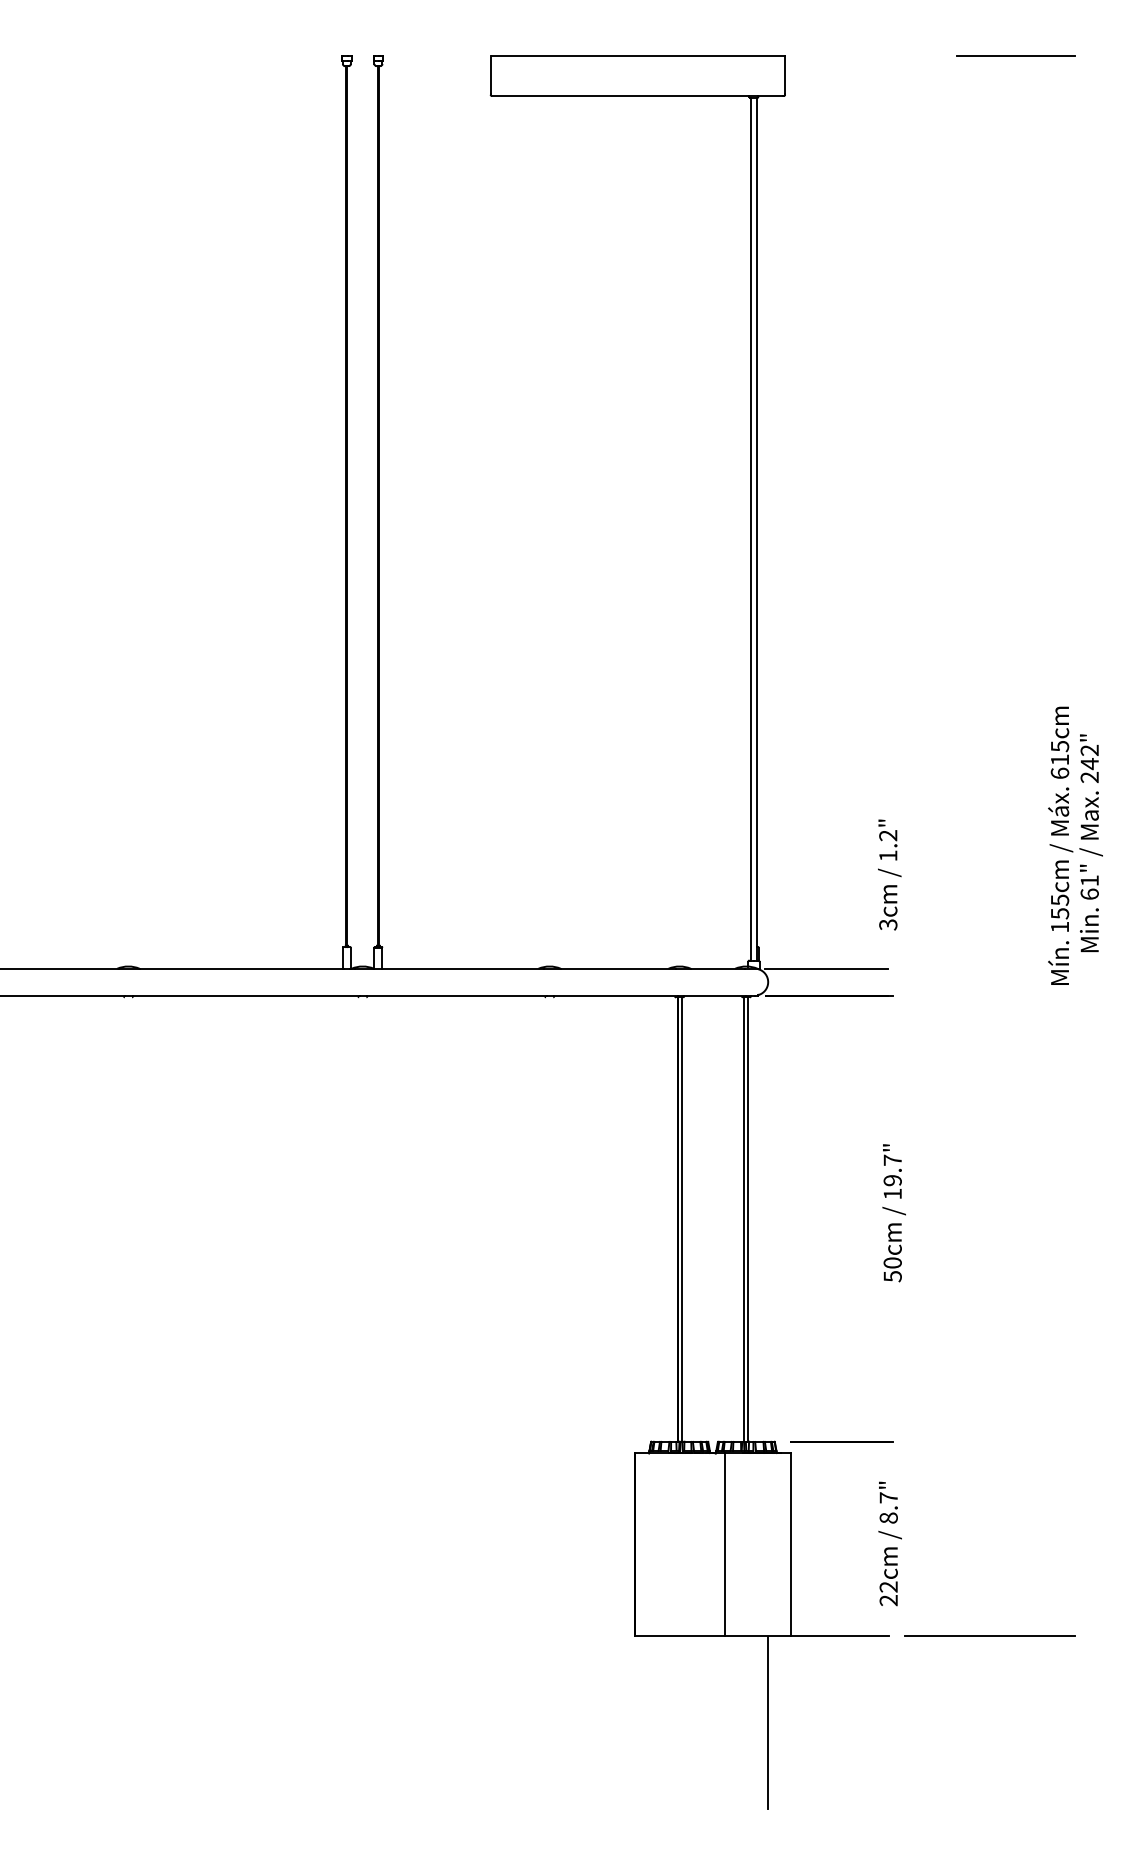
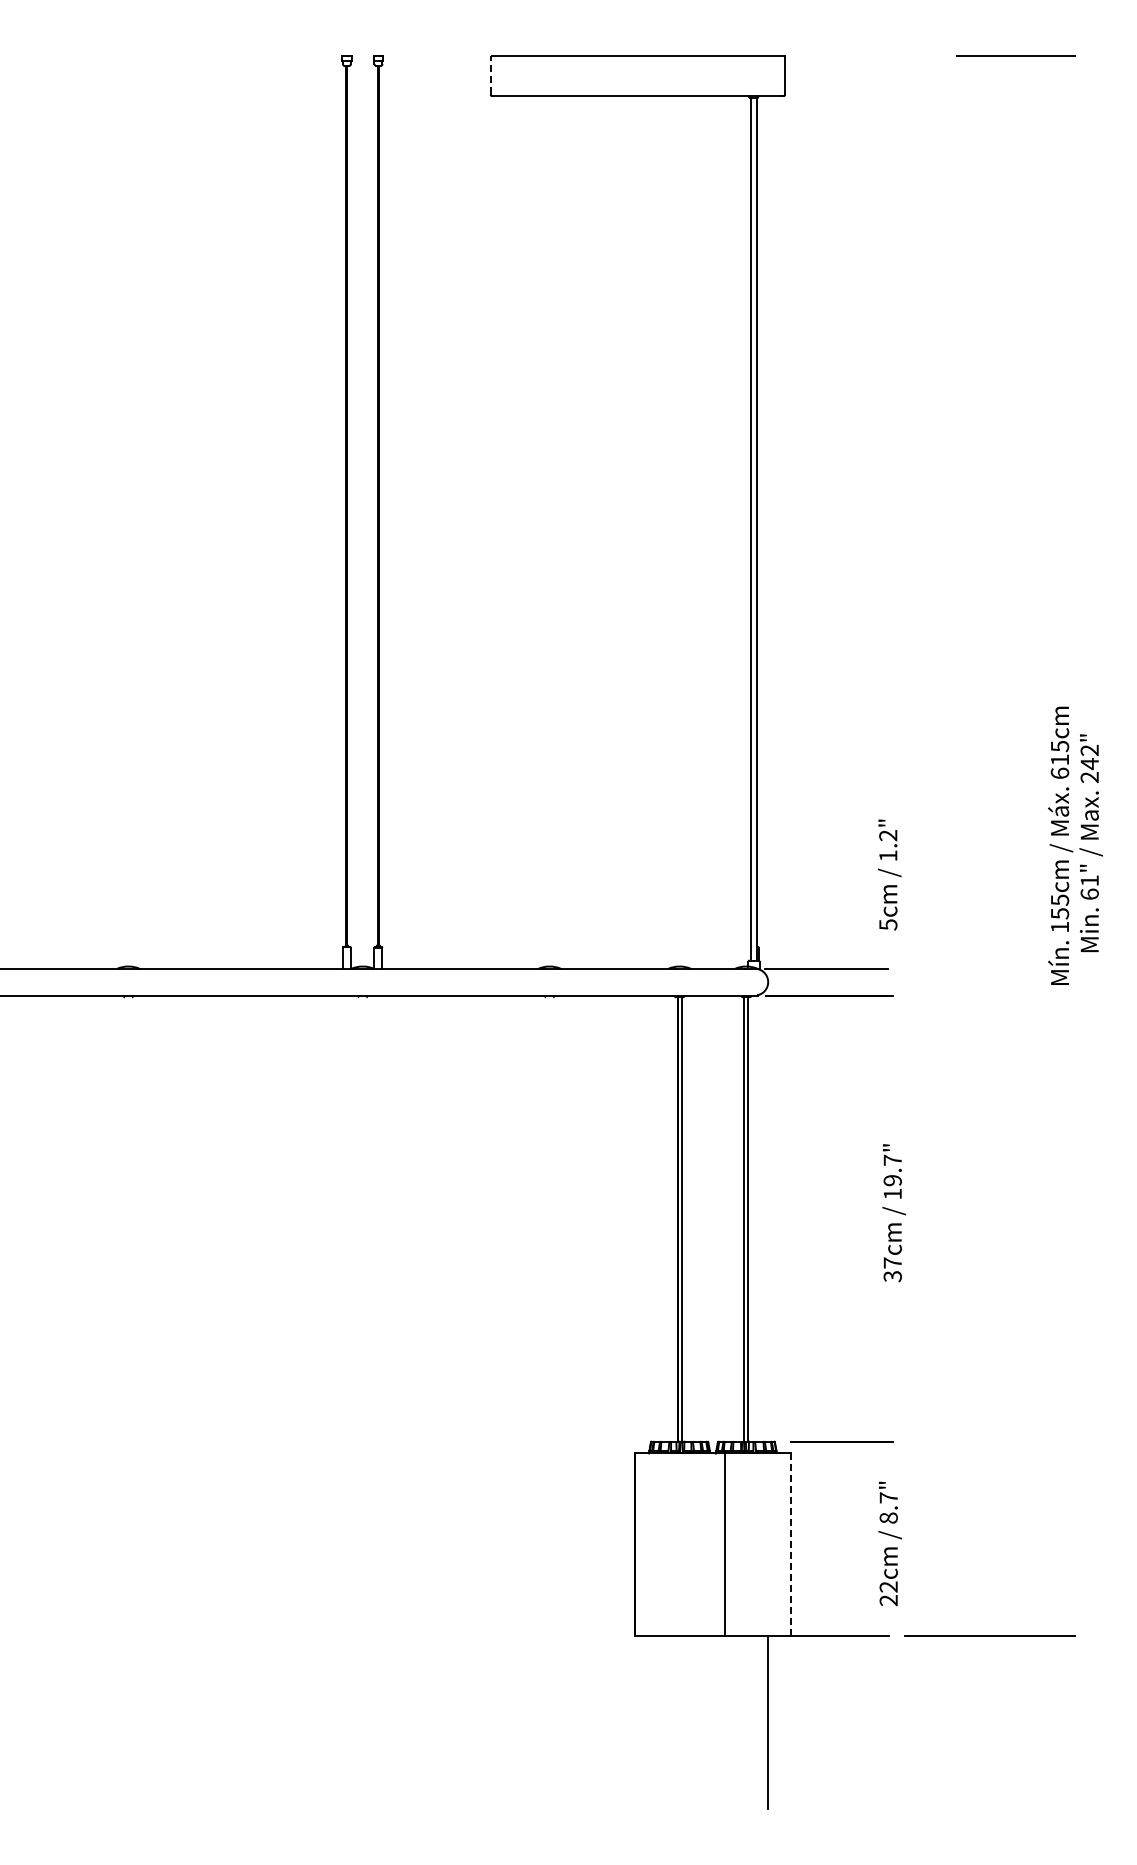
line at (490, 74): solid -> dashed
text at (887, 924): 3cm -> 5cm
text at (892, 1269): 50cm -> 37cm
line at (791, 1544): solid -> dashed
